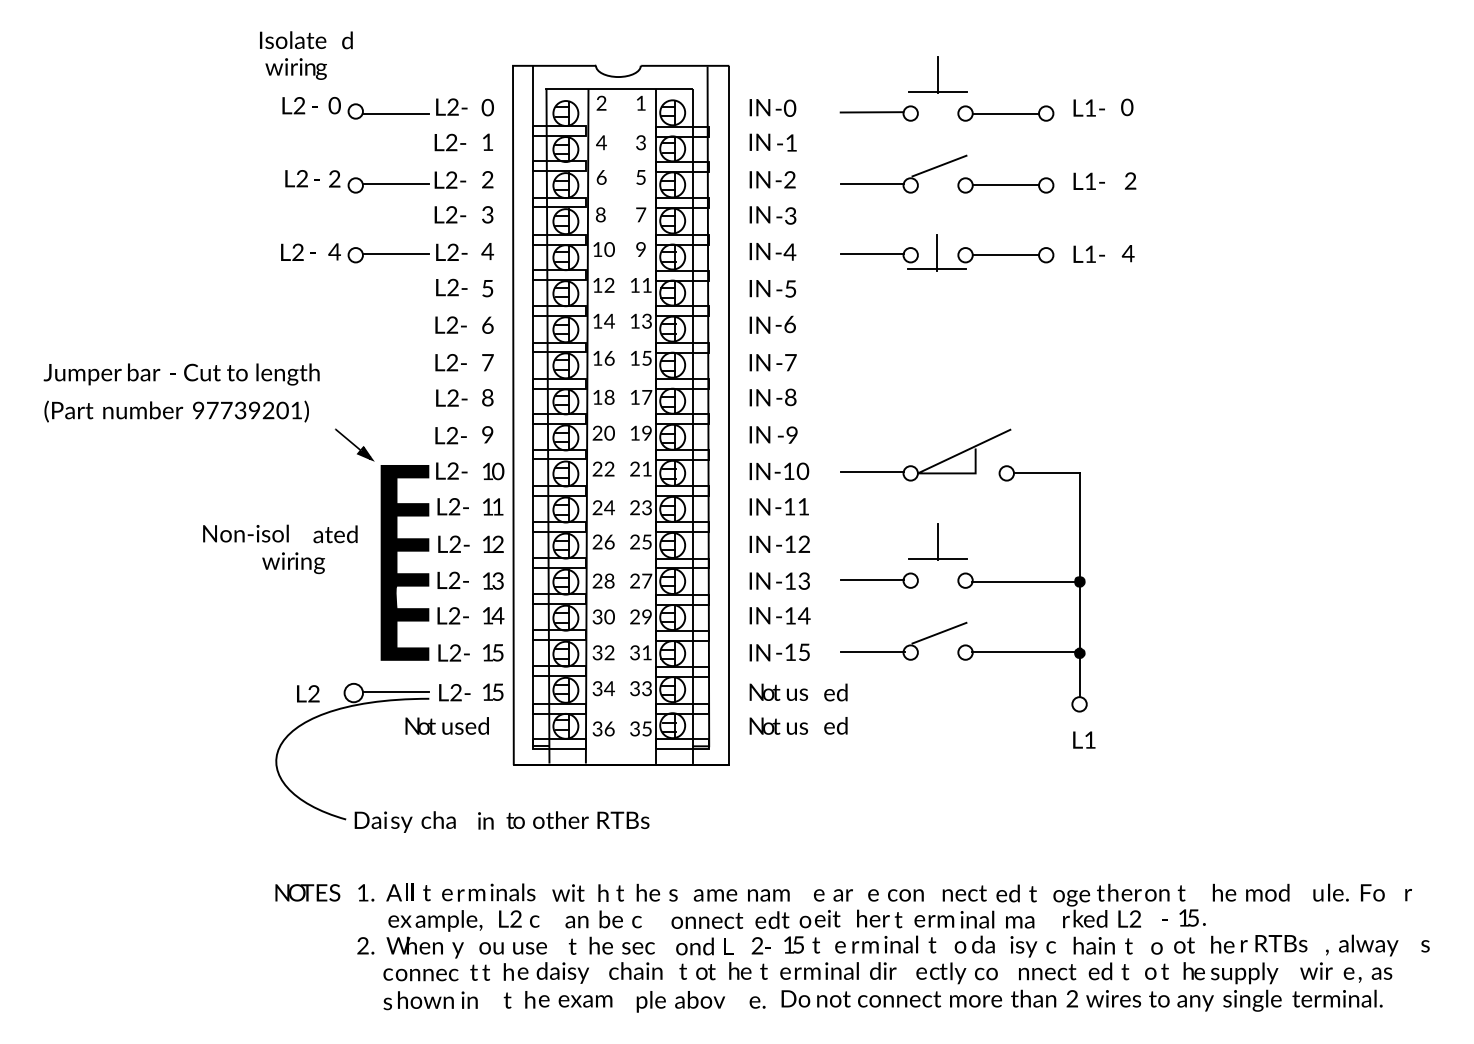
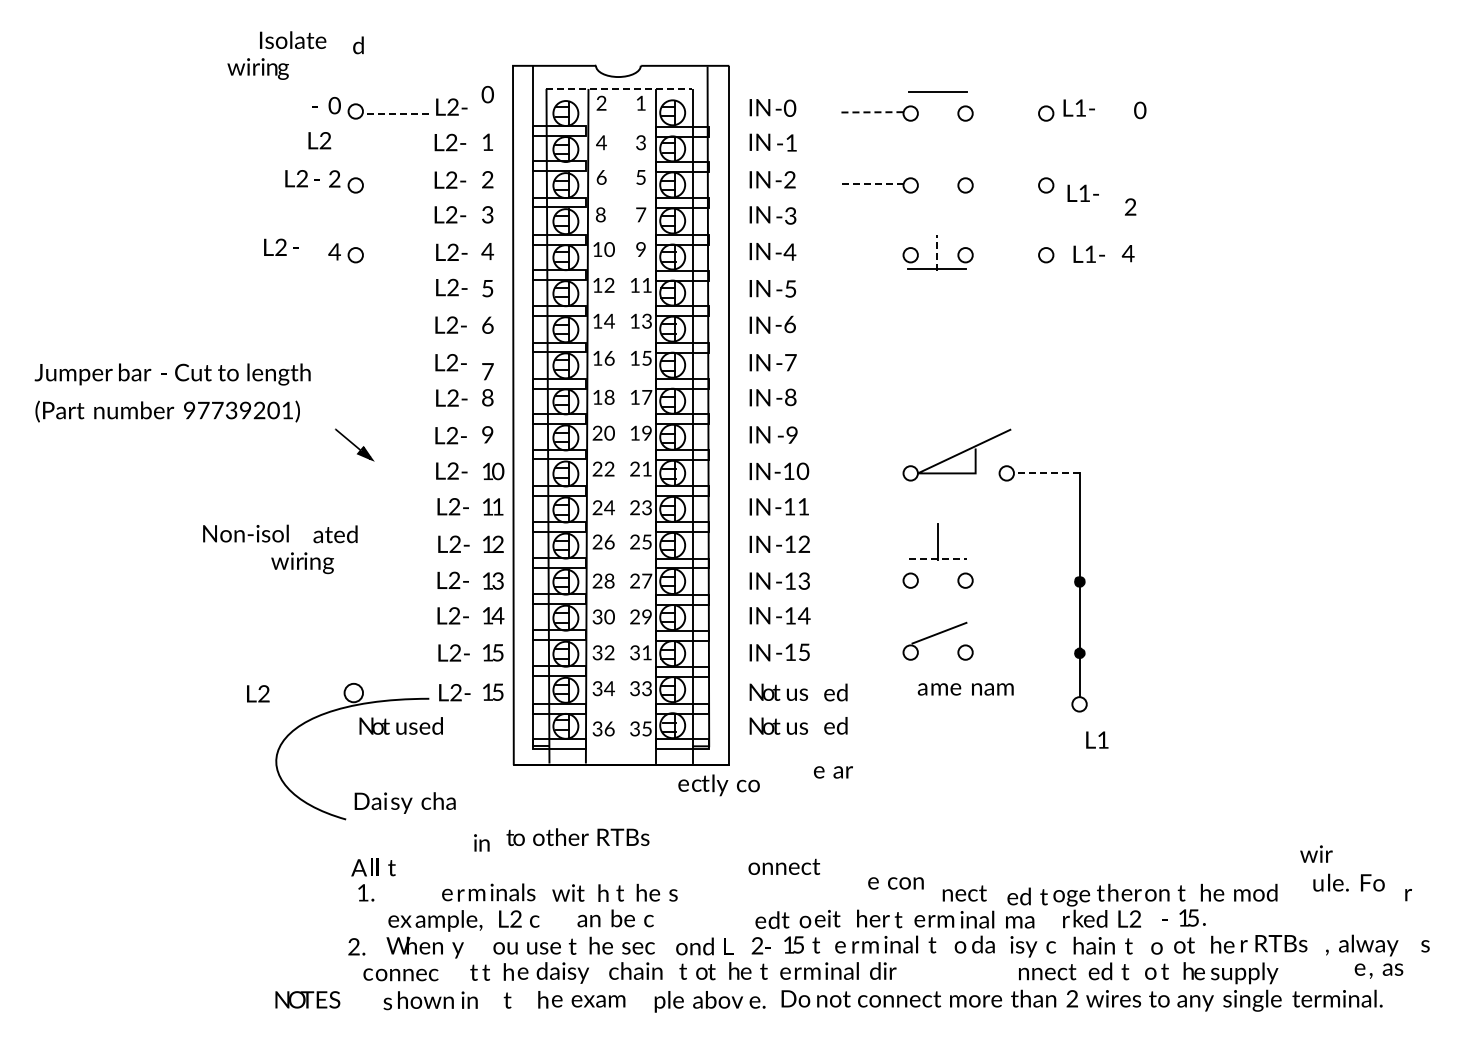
text at (347, 40) position: (347, 40) -> (358, 45)
text at (295, 68) position: (295, 68) -> (257, 68)
line at (937, 74): present -> none
line at (619, 89): solid -> dashed
text at (293, 105) position: (293, 105) -> (319, 140)
text at (487, 107) position: (487, 107) -> (487, 94)
text at (1088, 107) position: (1088, 107) -> (1078, 107)
text at (1127, 107) position: (1127, 107) -> (1140, 110)
line at (871, 112): solid -> dashed
line at (396, 113): solid -> dashed
line at (1005, 113): present -> none
line at (939, 165): present -> none
text at (1088, 180) position: (1088, 180) -> (1082, 192)
text at (1130, 180) position: (1130, 180) -> (1130, 206)
line at (396, 184): present -> none
line at (871, 184): solid -> dashed
line at (1005, 185): present -> none
text at (298, 251) position: (298, 251) -> (281, 246)
line at (936, 252): solid -> dashed
line at (396, 254): present -> none
line at (871, 254): present -> none
line at (1005, 255): present -> none
text at (487, 362) position: (487, 362) -> (487, 371)
text at (181, 392) position: (181, 392) -> (172, 392)
line at (871, 472): present -> none
line at (1047, 473): solid -> dashed
line at (938, 558): solid -> dashed
fill at (404, 562): present -> none
text at (293, 563) position: (293, 563) -> (302, 563)
line at (871, 579): present -> none
line at (1026, 581): present -> none
line at (872, 651): present -> none
line at (1026, 651): present -> none
line at (396, 691): present -> none
text at (308, 693) position: (308, 693) -> (258, 693)
text at (446, 725) position: (446, 725) -> (400, 725)
text at (1084, 739) position: (1084, 739) -> (1097, 739)
text at (577, 819) position: (577, 819) -> (577, 836)
text at (485, 820) position: (485, 820) -> (481, 842)
text at (404, 821) position: (404, 821) -> (404, 802)
text at (307, 892) position: (307, 892) -> (307, 999)
text at (408, 892) position: (408, 892) -> (373, 867)
text at (1250, 892) position: (1250, 892) -> (1238, 892)
text at (1348, 892) position: (1348, 892) -> (1348, 882)
text at (1016, 893) position: (1016, 893) -> (1027, 896)
text at (741, 895) position: (741, 895) -> (965, 689)
text at (833, 895) position: (833, 895) -> (833, 772)
text at (895, 895) position: (895, 895) -> (895, 883)
text at (603, 919) position: (603, 919) -> (615, 918)
text at (707, 920) position: (707, 920) -> (784, 866)
text at (365, 945) position: (365, 945) -> (356, 946)
text at (512, 948) position: (512, 948) -> (526, 948)
text at (1316, 970) position: (1316, 970) -> (1316, 853)
text at (956, 973) position: (956, 973) -> (718, 785)
text at (420, 974) position: (420, 974) -> (400, 974)
text at (1367, 974) position: (1367, 974) -> (1378, 970)
text at (568, 999) position: (568, 999) -> (581, 999)
text at (680, 1001) position: (680, 1001) -> (698, 1001)
